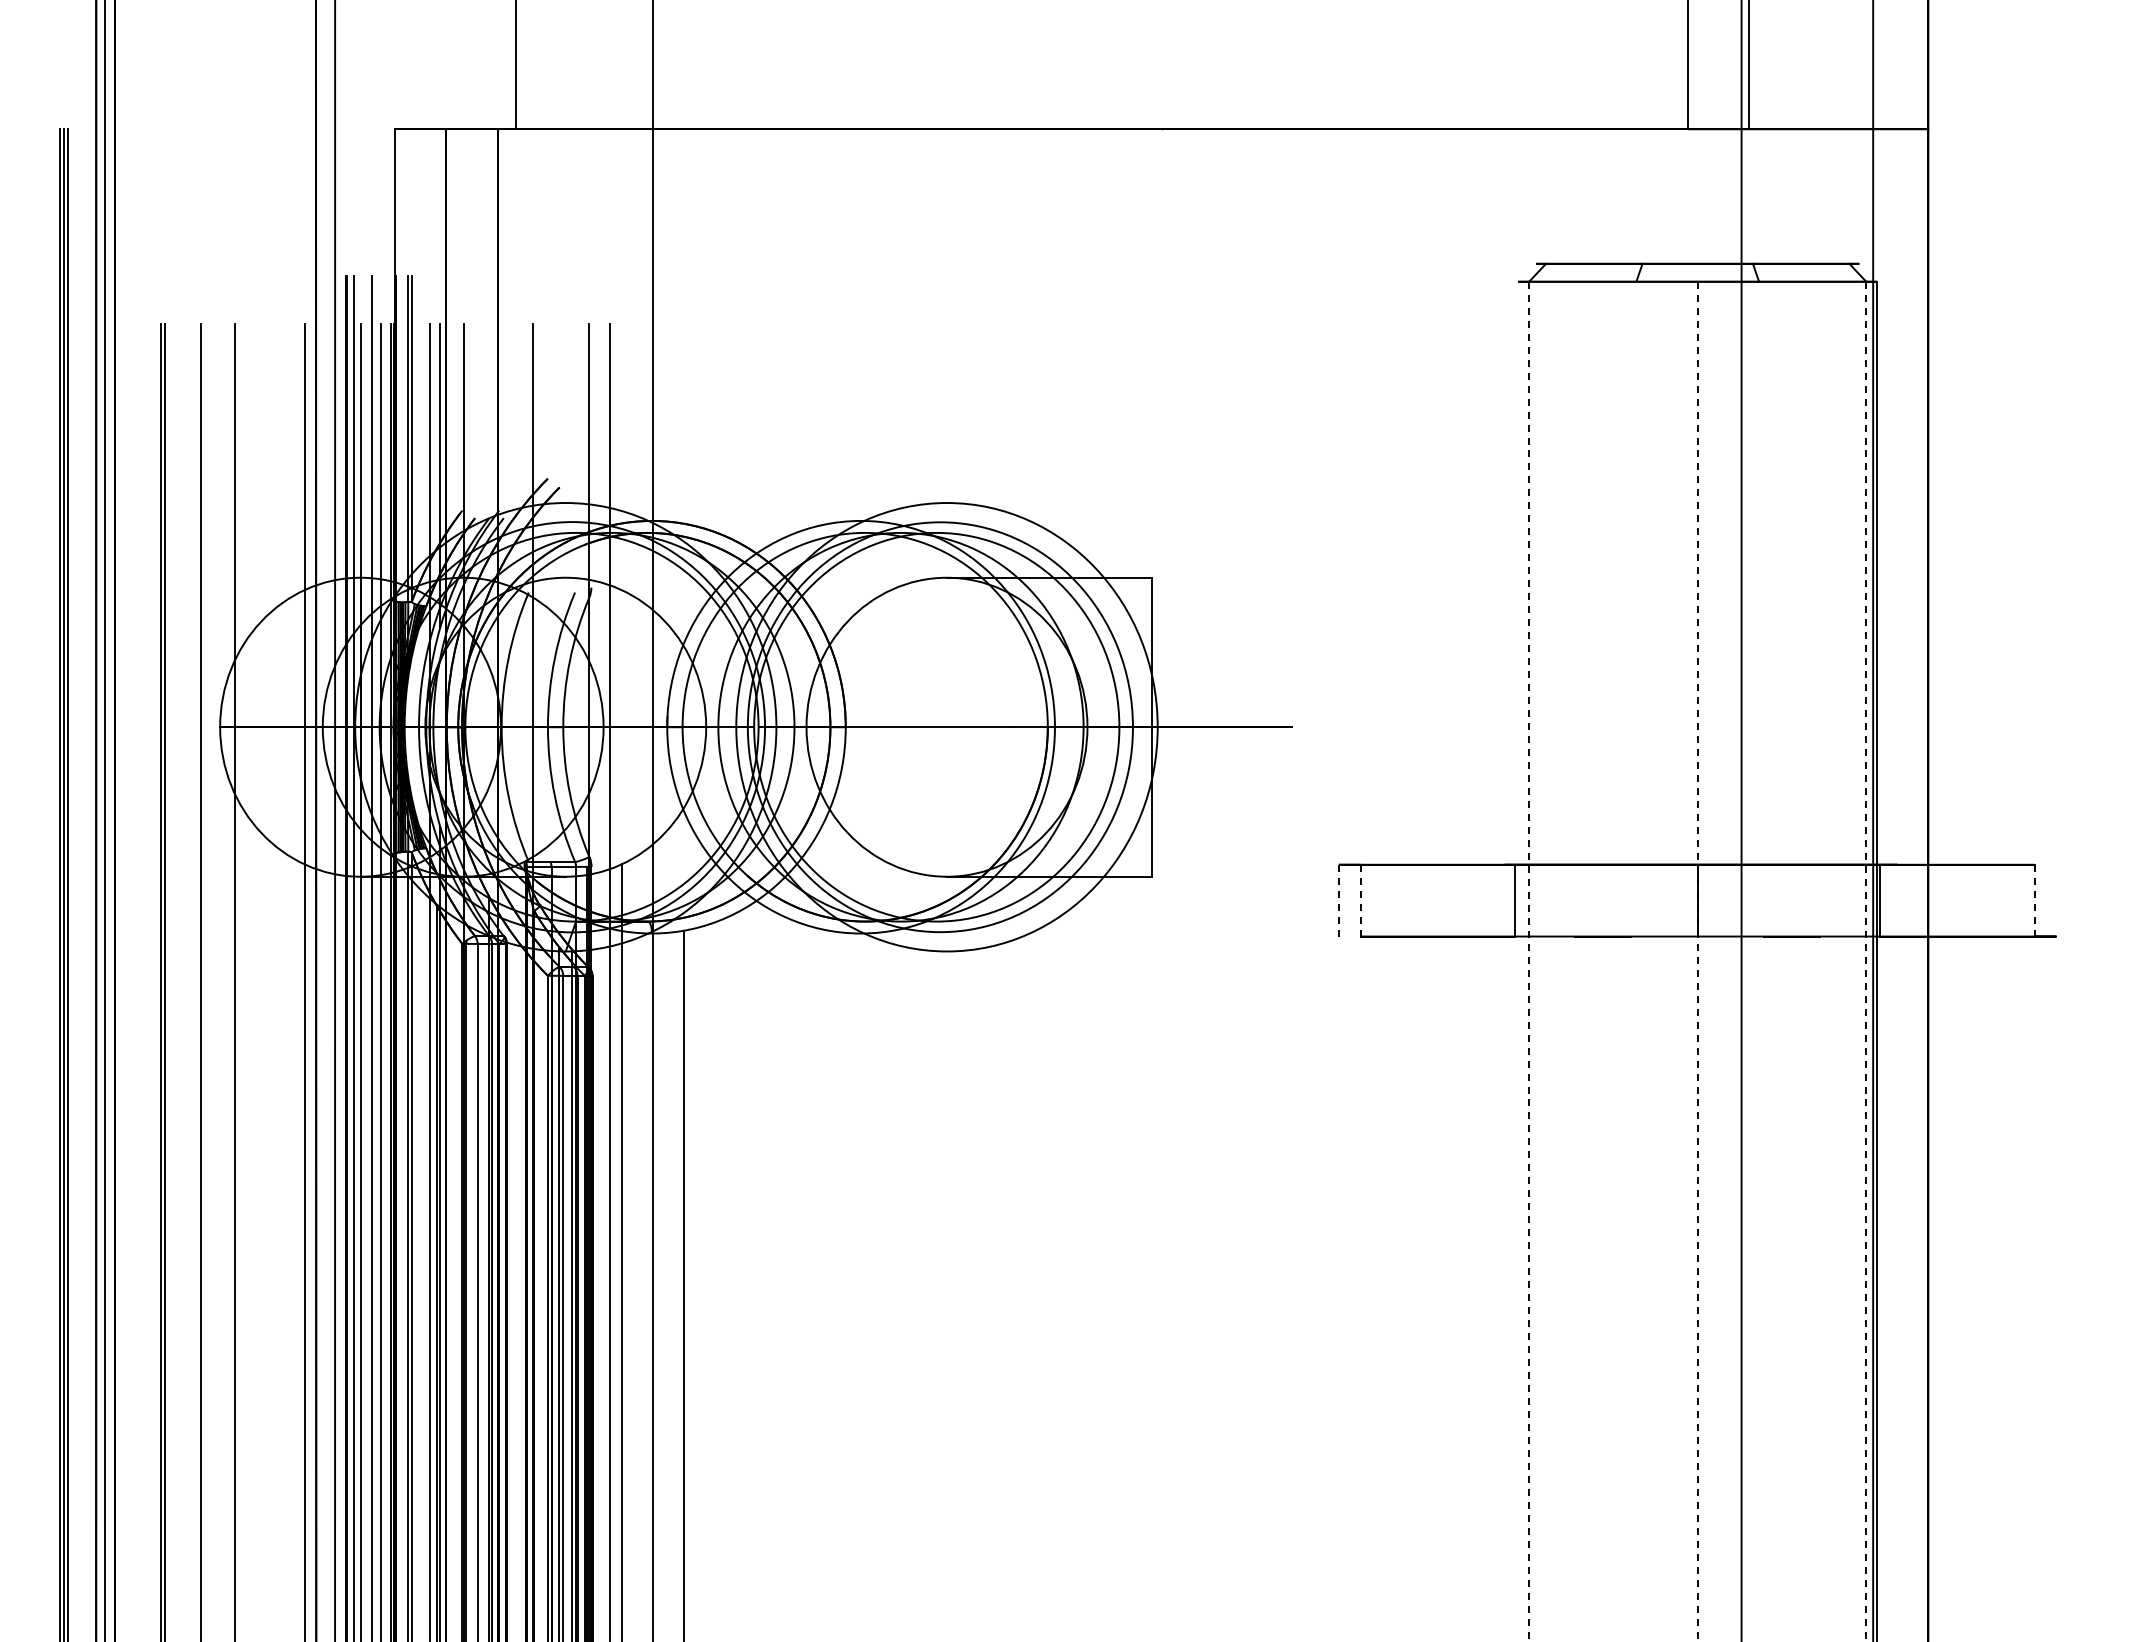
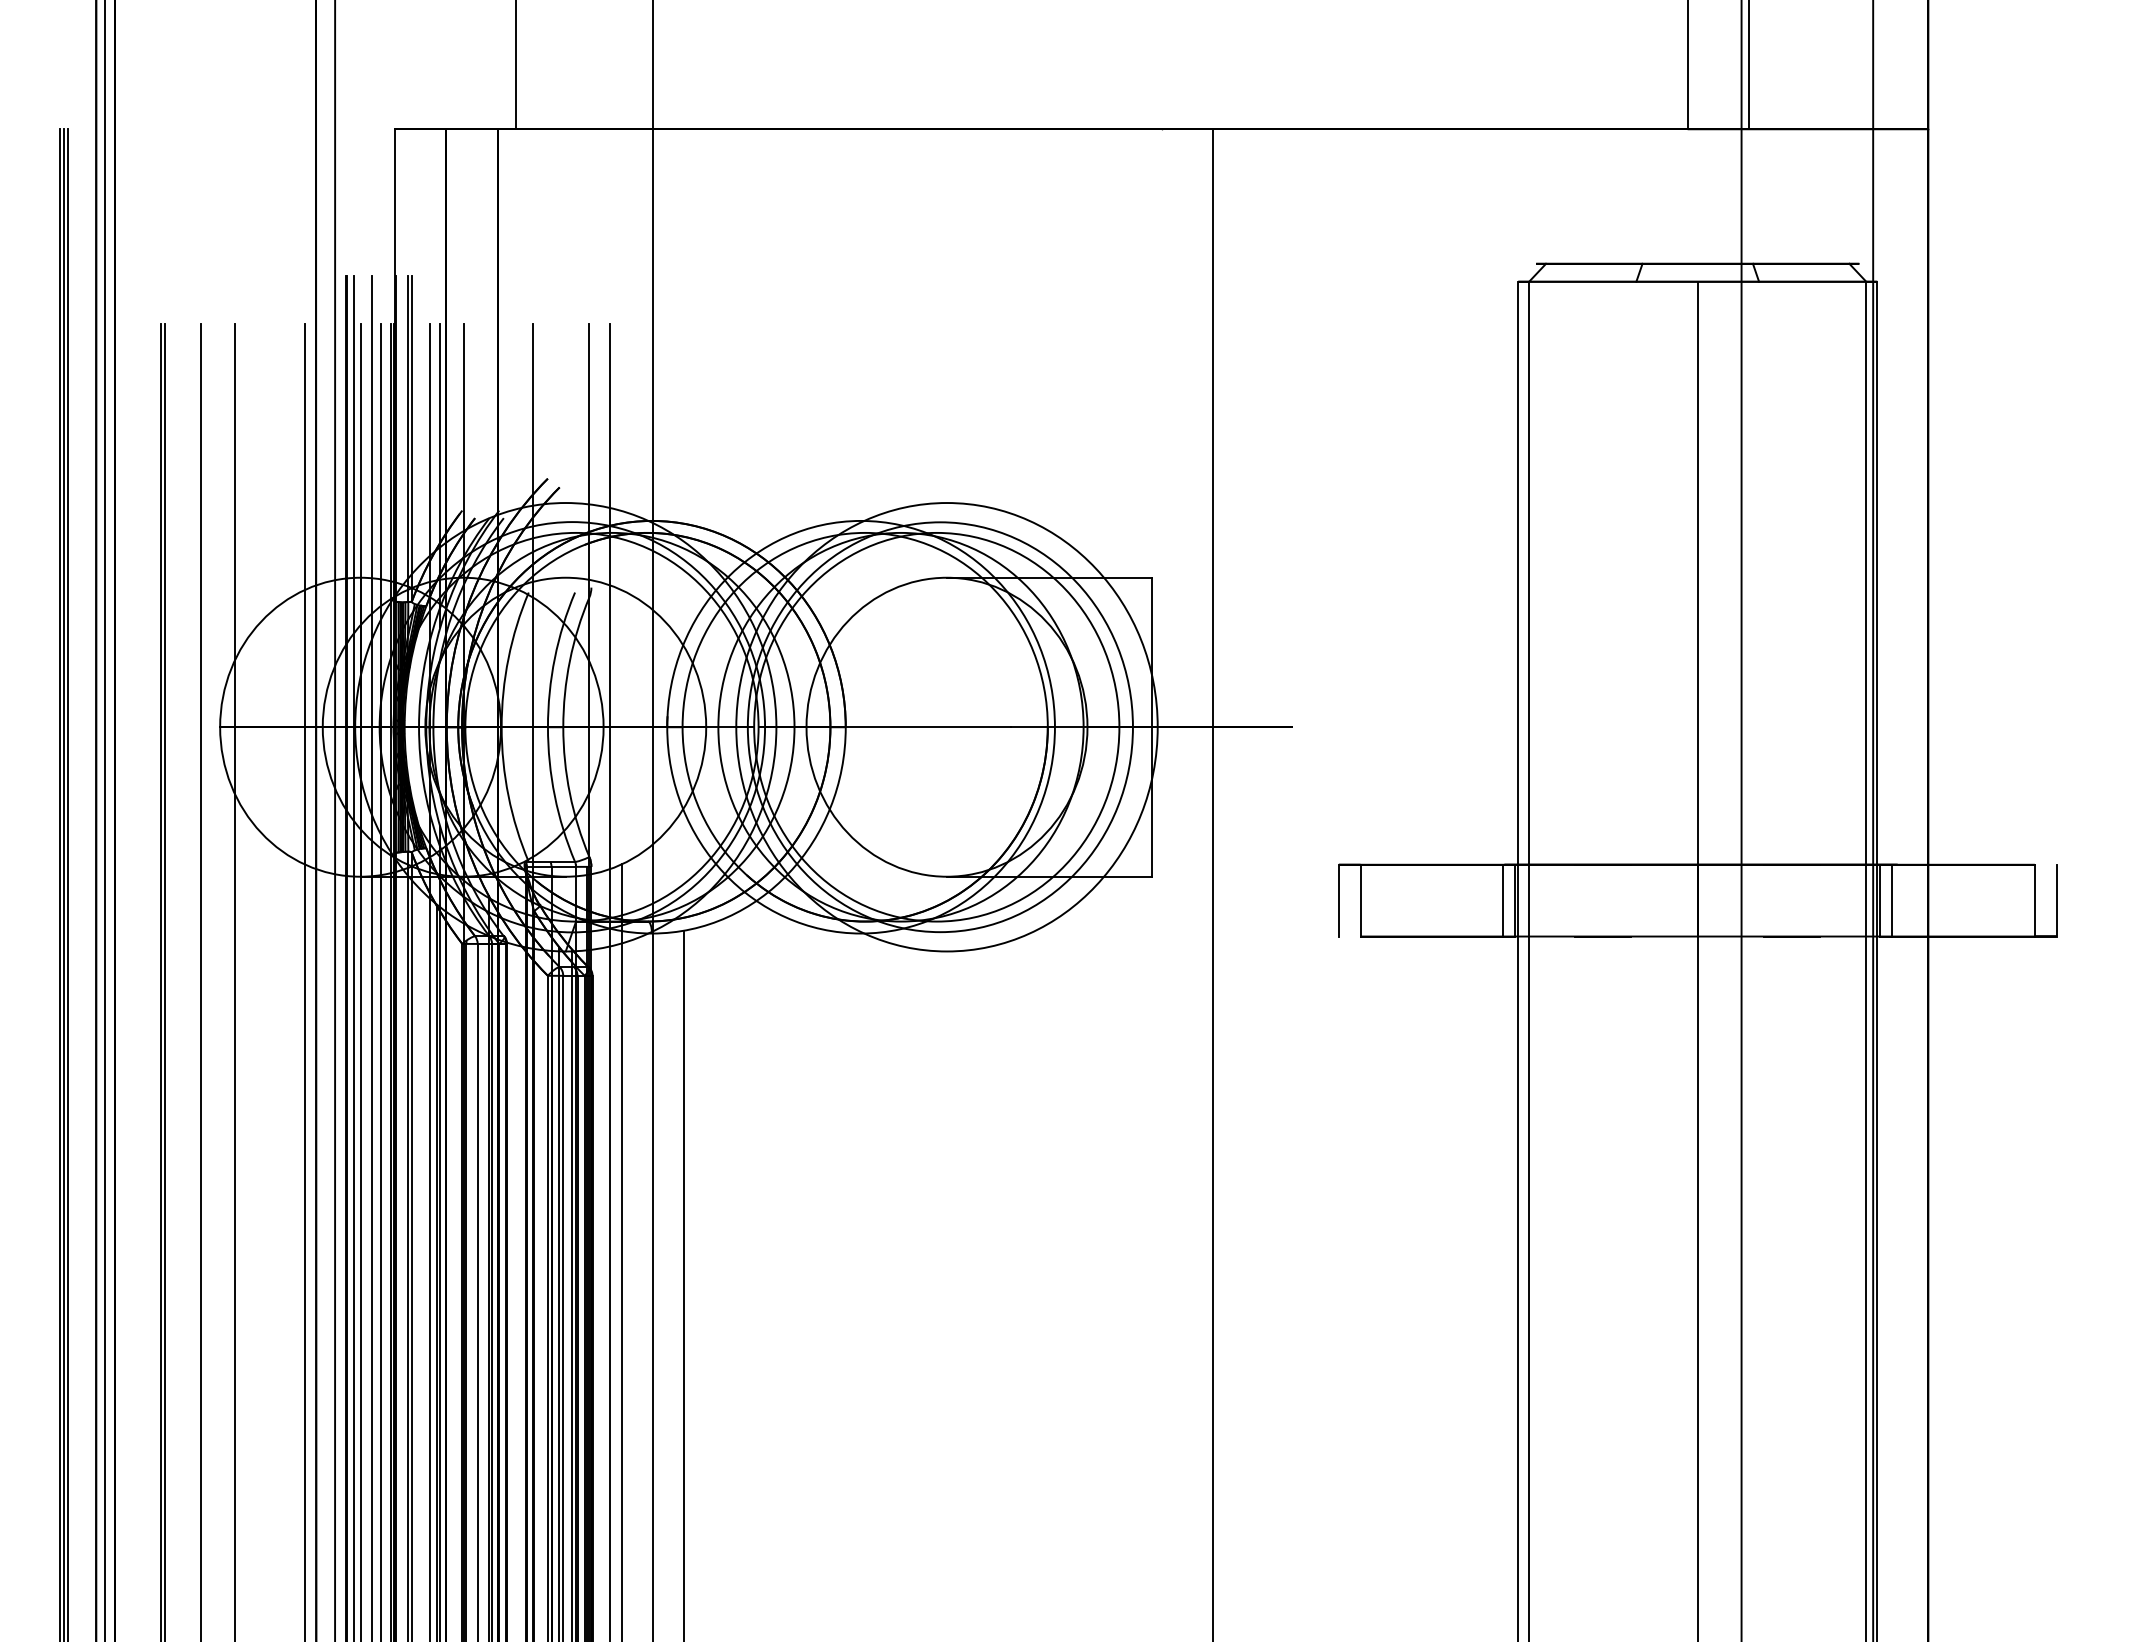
line at (1212, 883): none -> present
line at (1338, 900): dashed -> solid
line at (1360, 900): dashed -> solid
line at (1503, 900): none -> present
line at (1892, 900): none -> present
line at (2034, 900): dashed -> solid
line at (2056, 900): none -> present
line at (1518, 959): none -> present
line at (1529, 961): dashed -> solid
line at (1697, 961): dashed -> solid
line at (1866, 961): dashed -> solid
